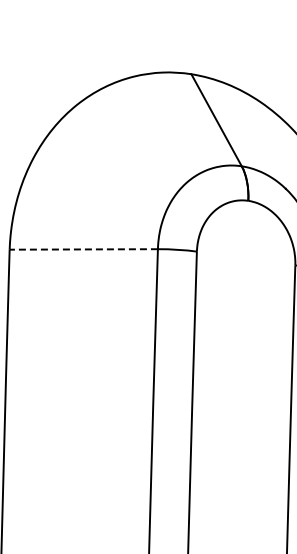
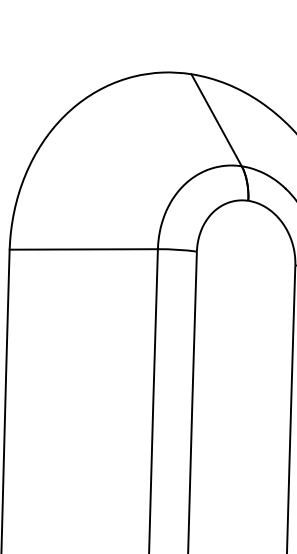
line at (83, 249): dashed -> solid
